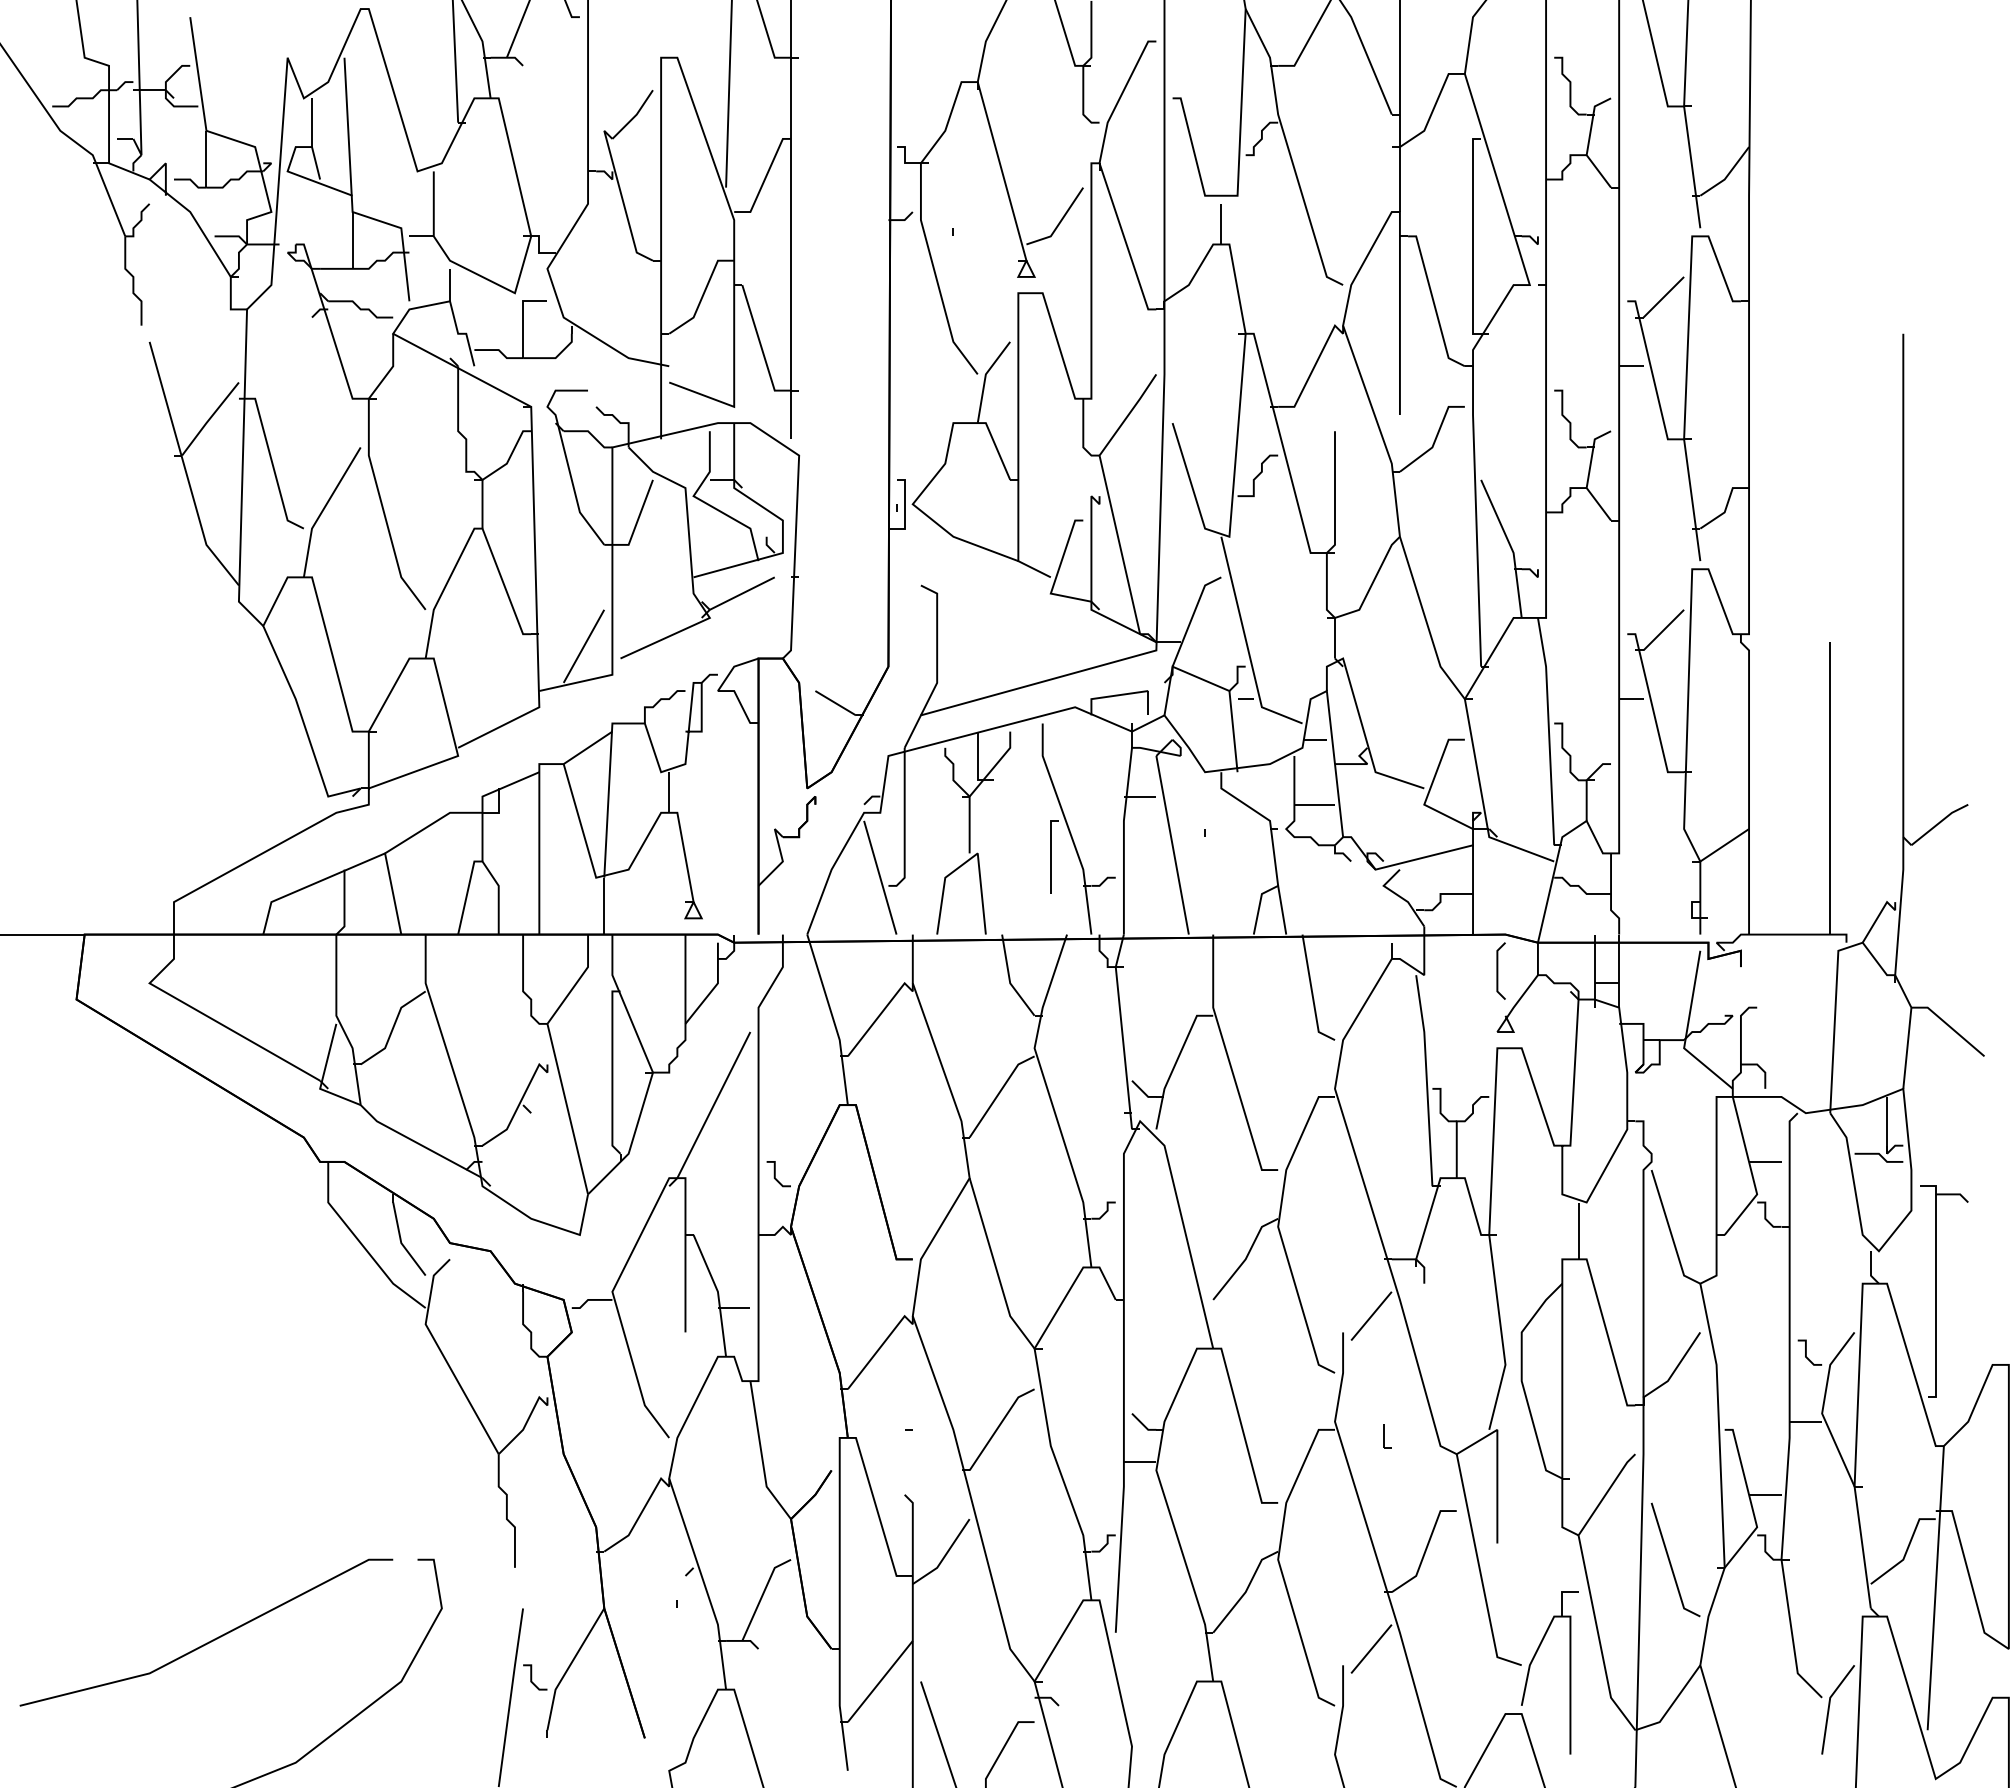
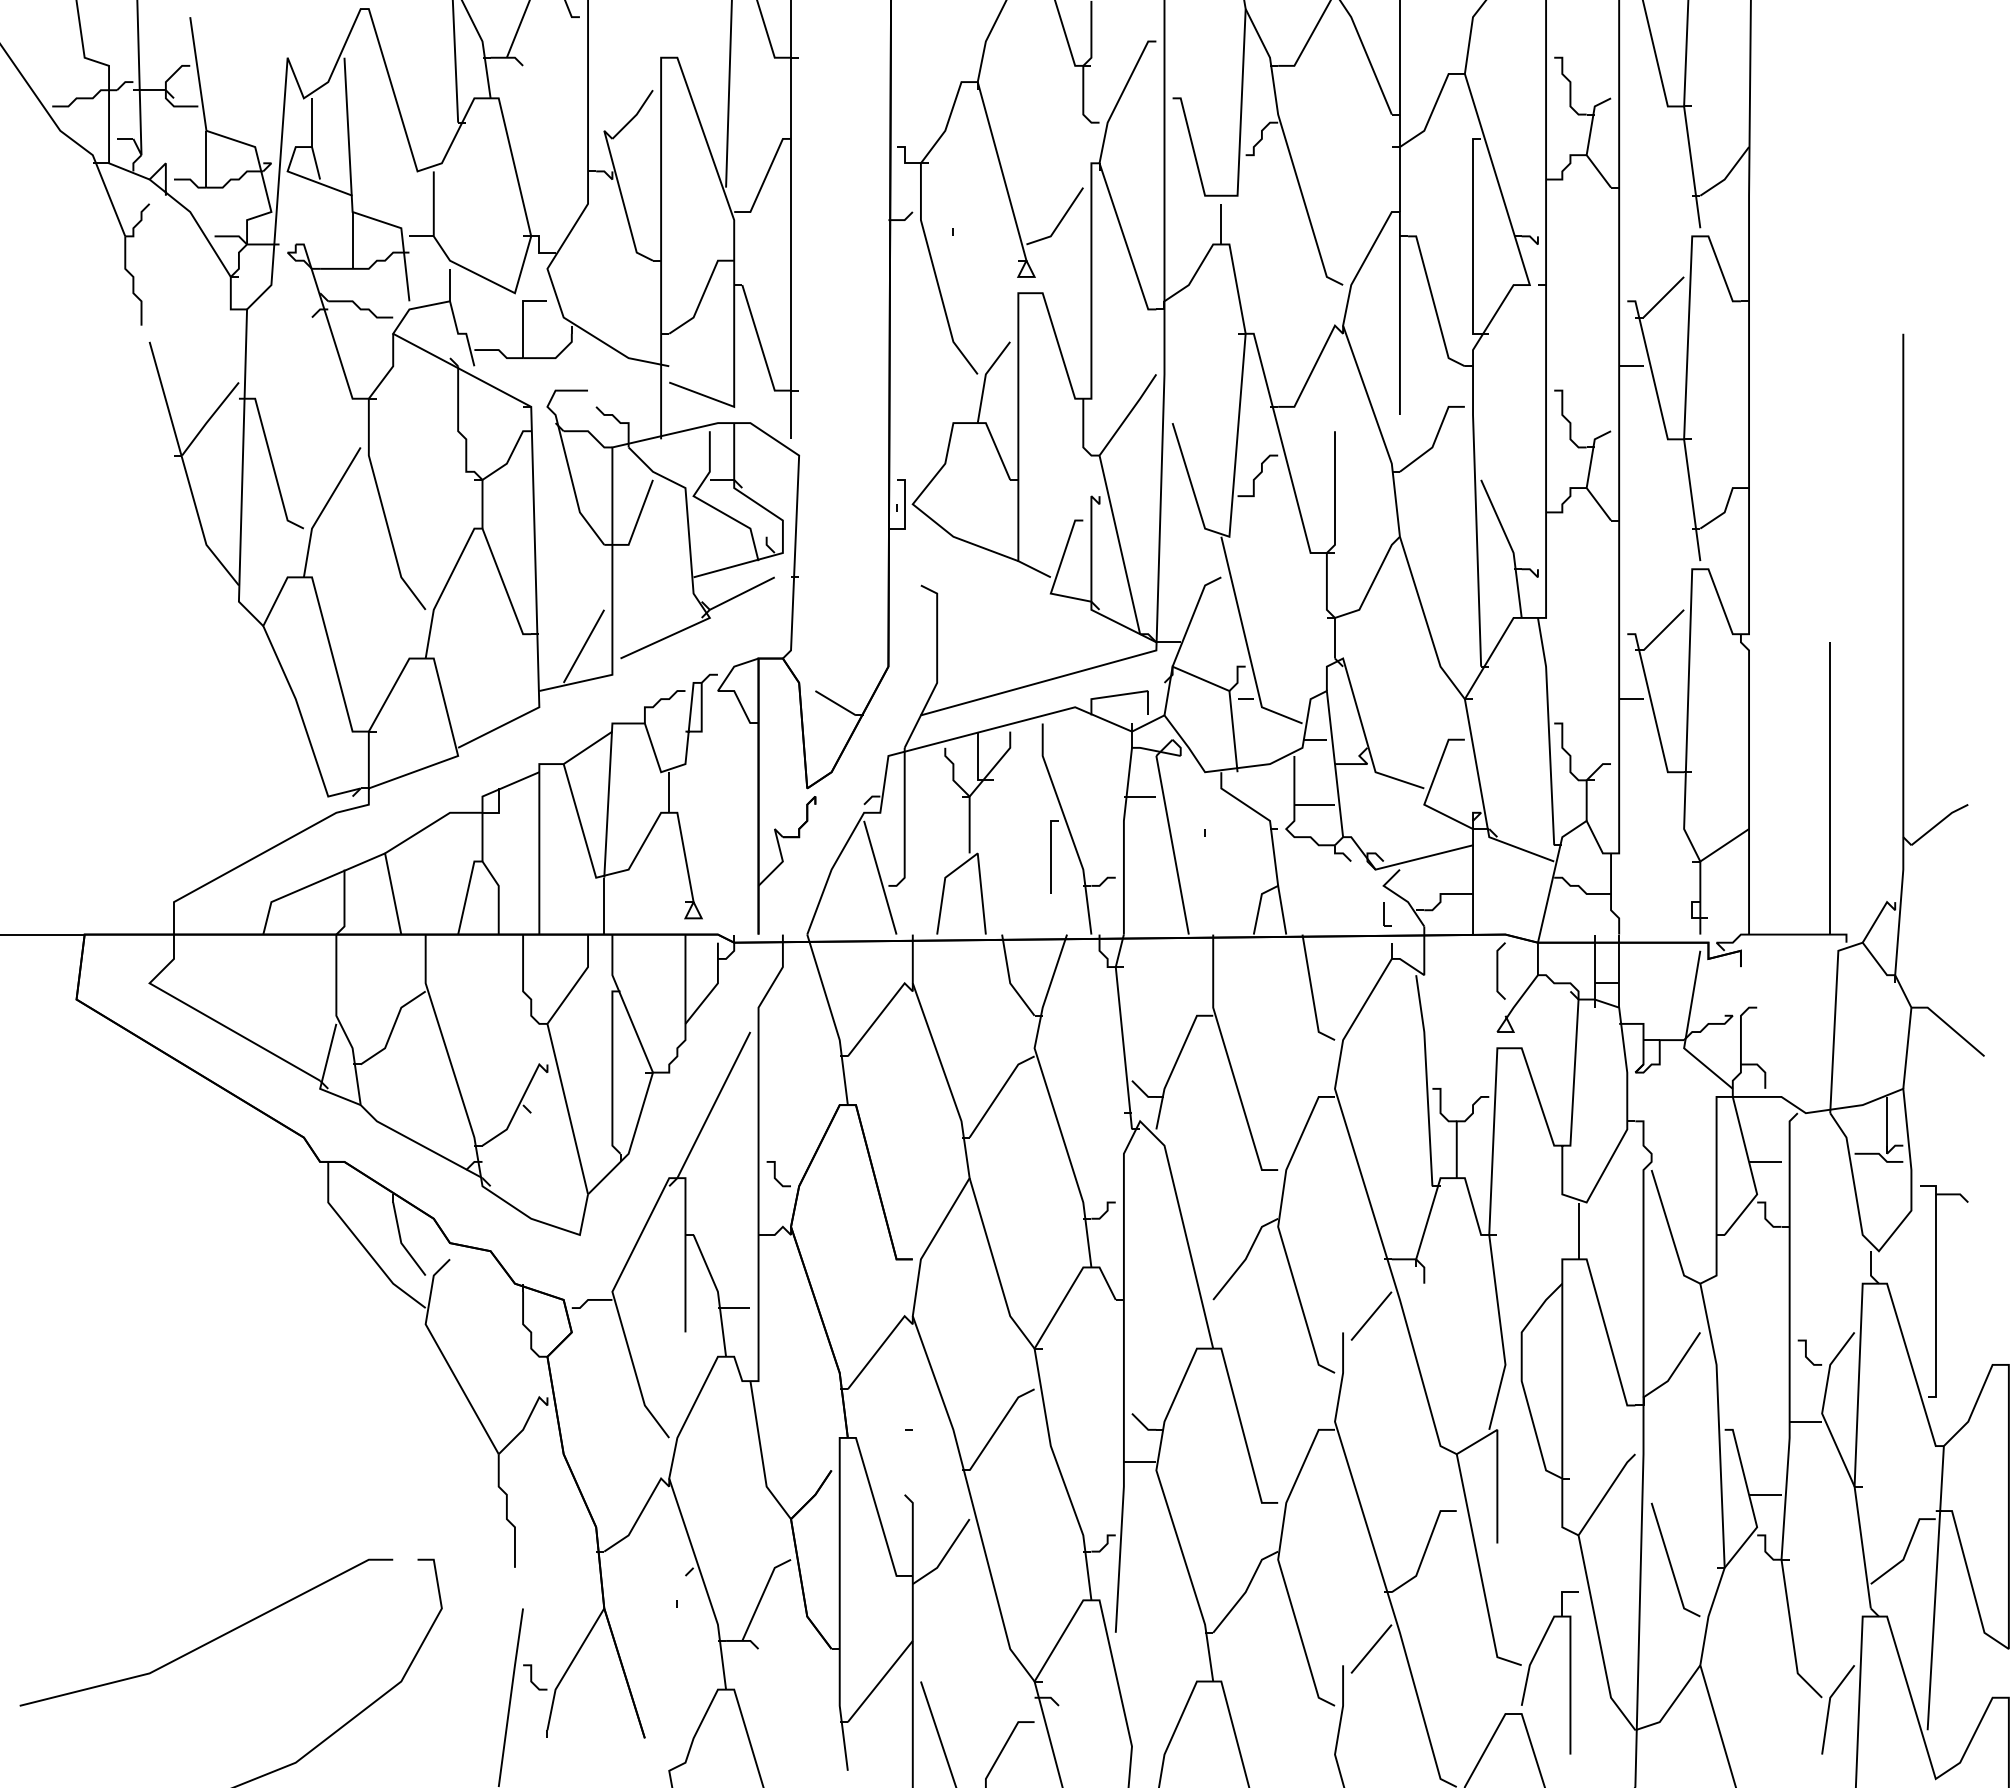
part at (1387, 1436) position: (1387, 1436) -> (1387, 914)
